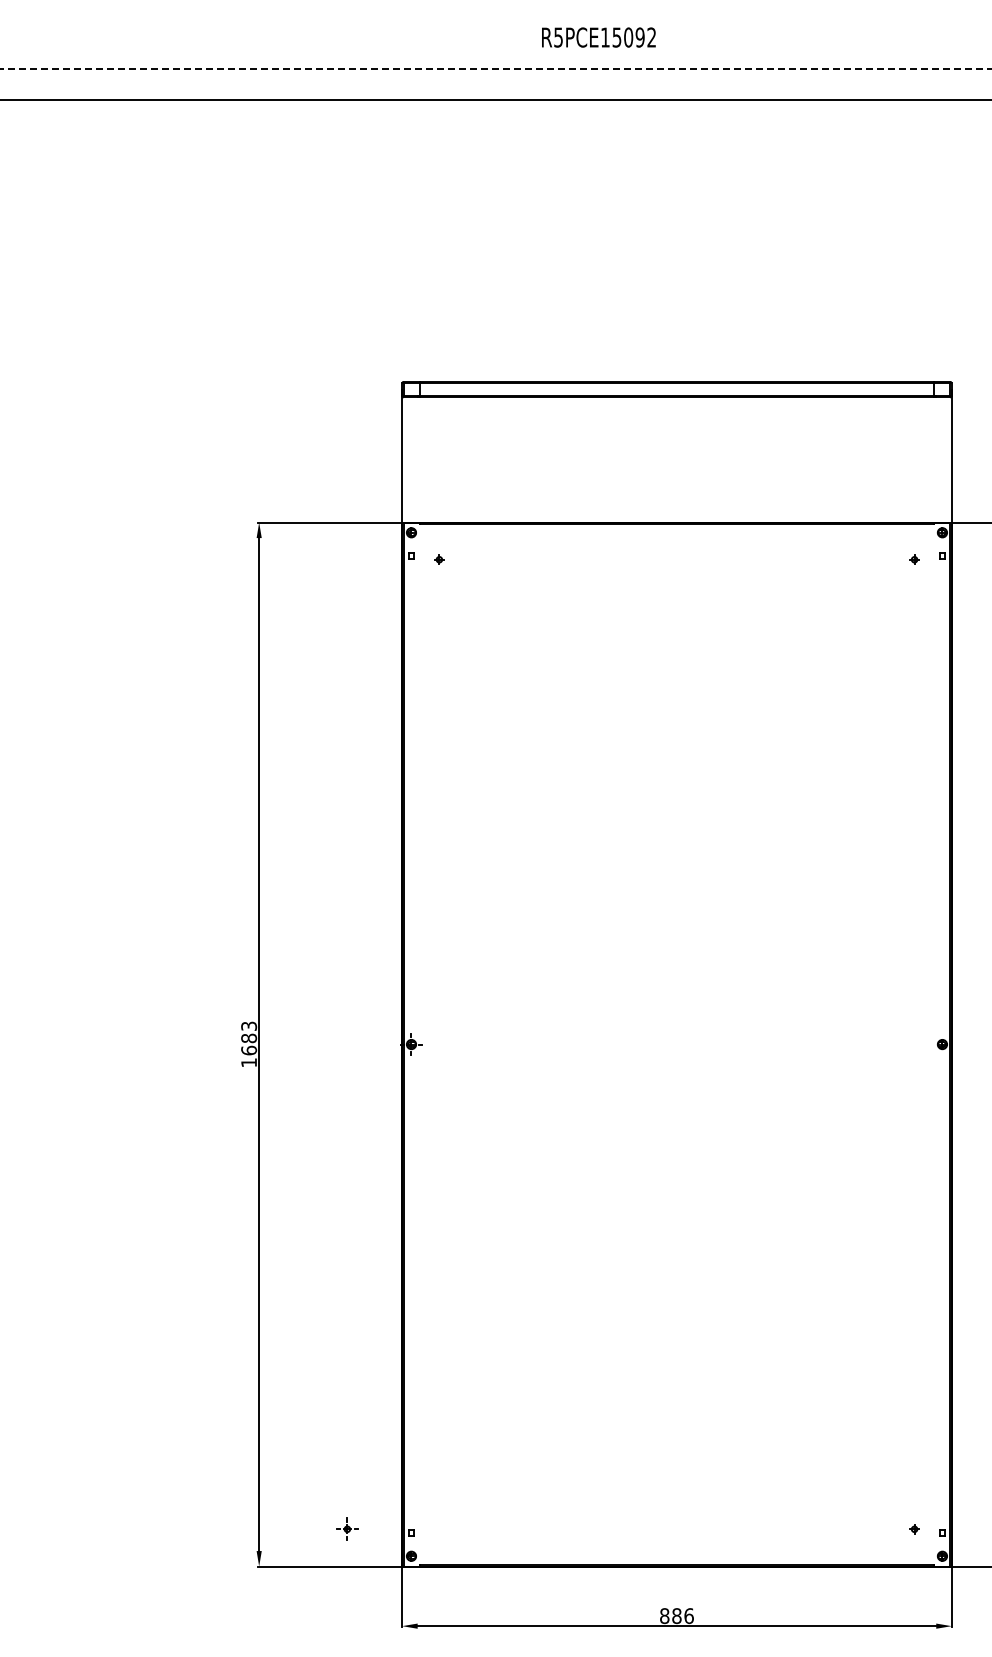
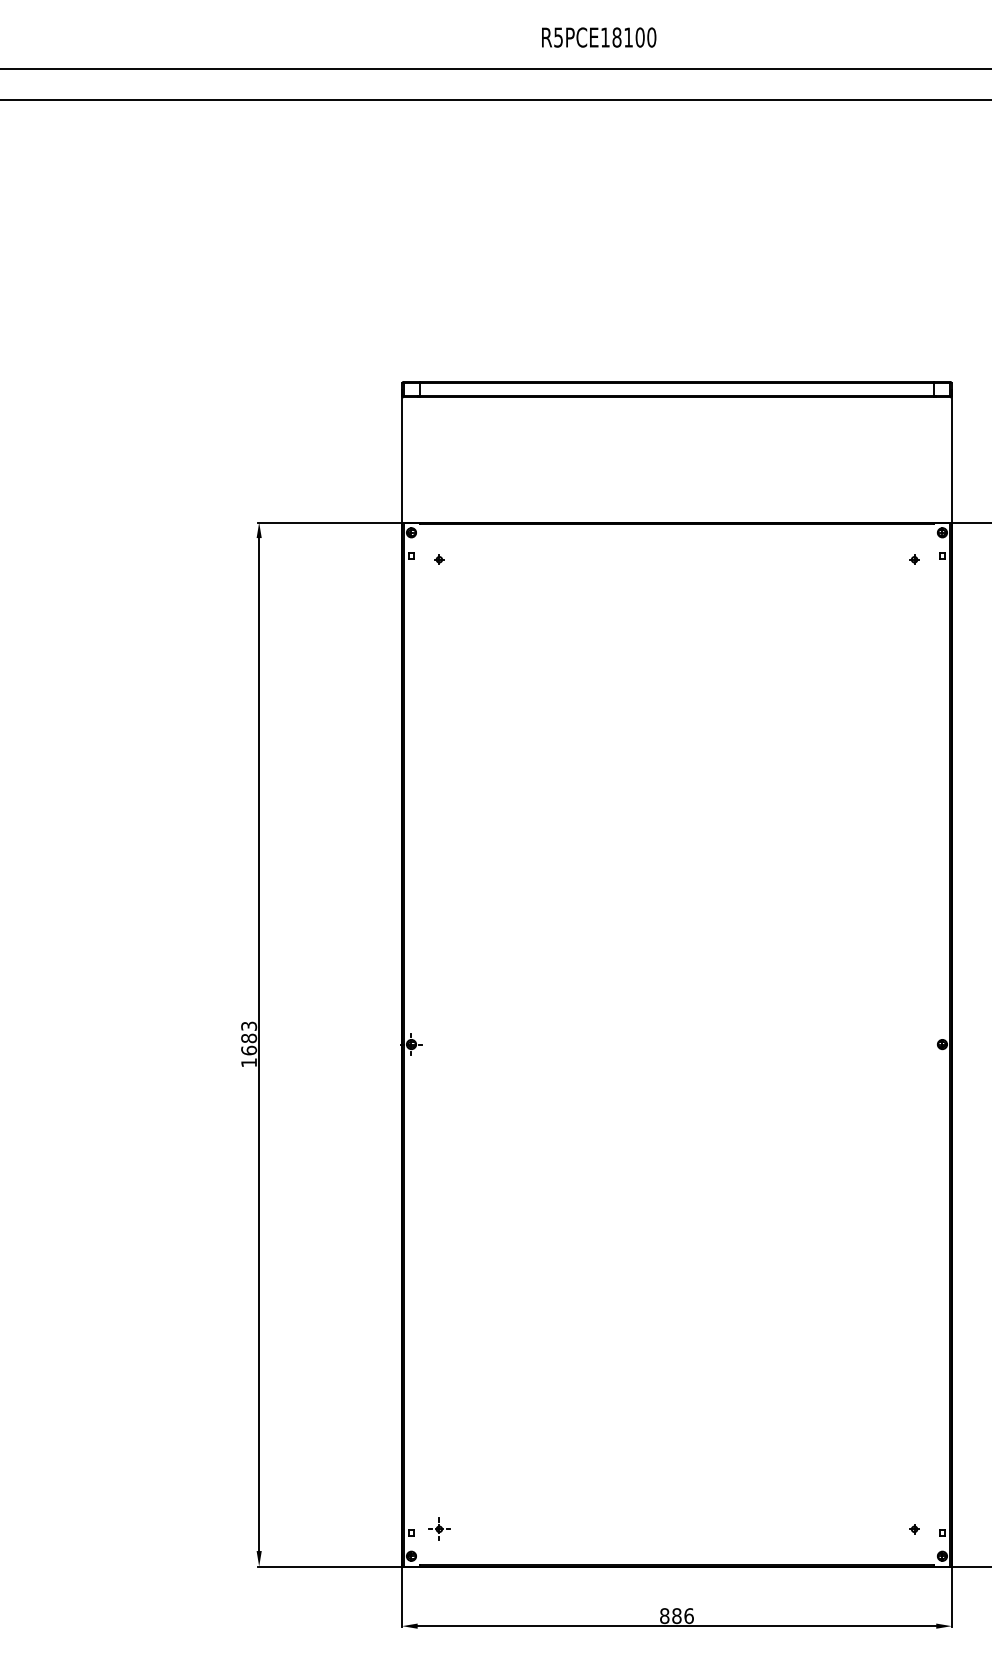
text at (634, 37): R5PCE15092 -> R5PCE18100
line at (496, 69): dashed -> solid
part at (347, 1528) position: (347, 1528) -> (439, 1528)
